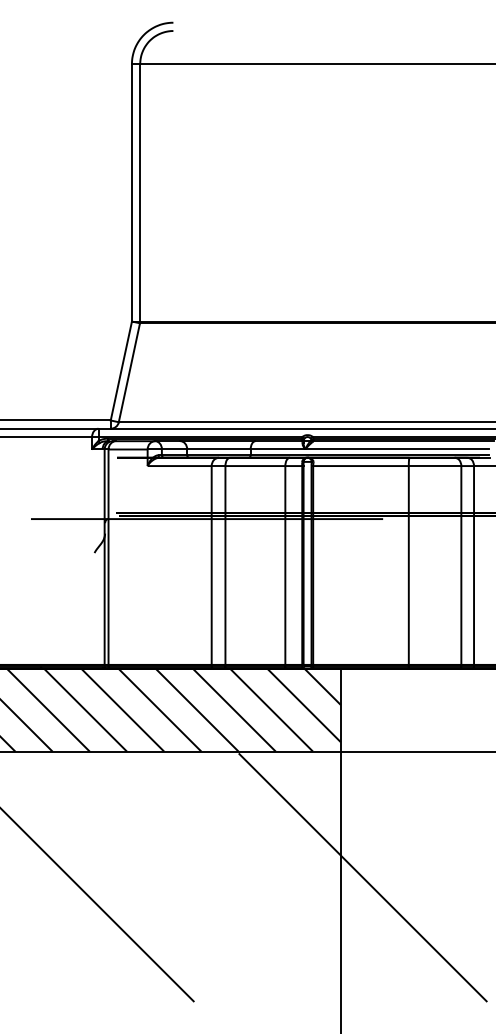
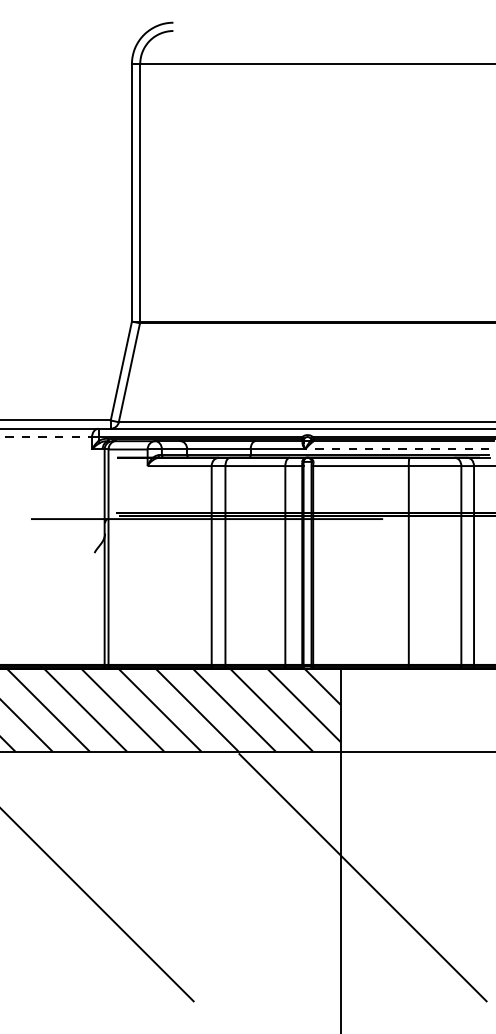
line at (46, 437): solid -> dashed
line at (396, 449): solid -> dashed
